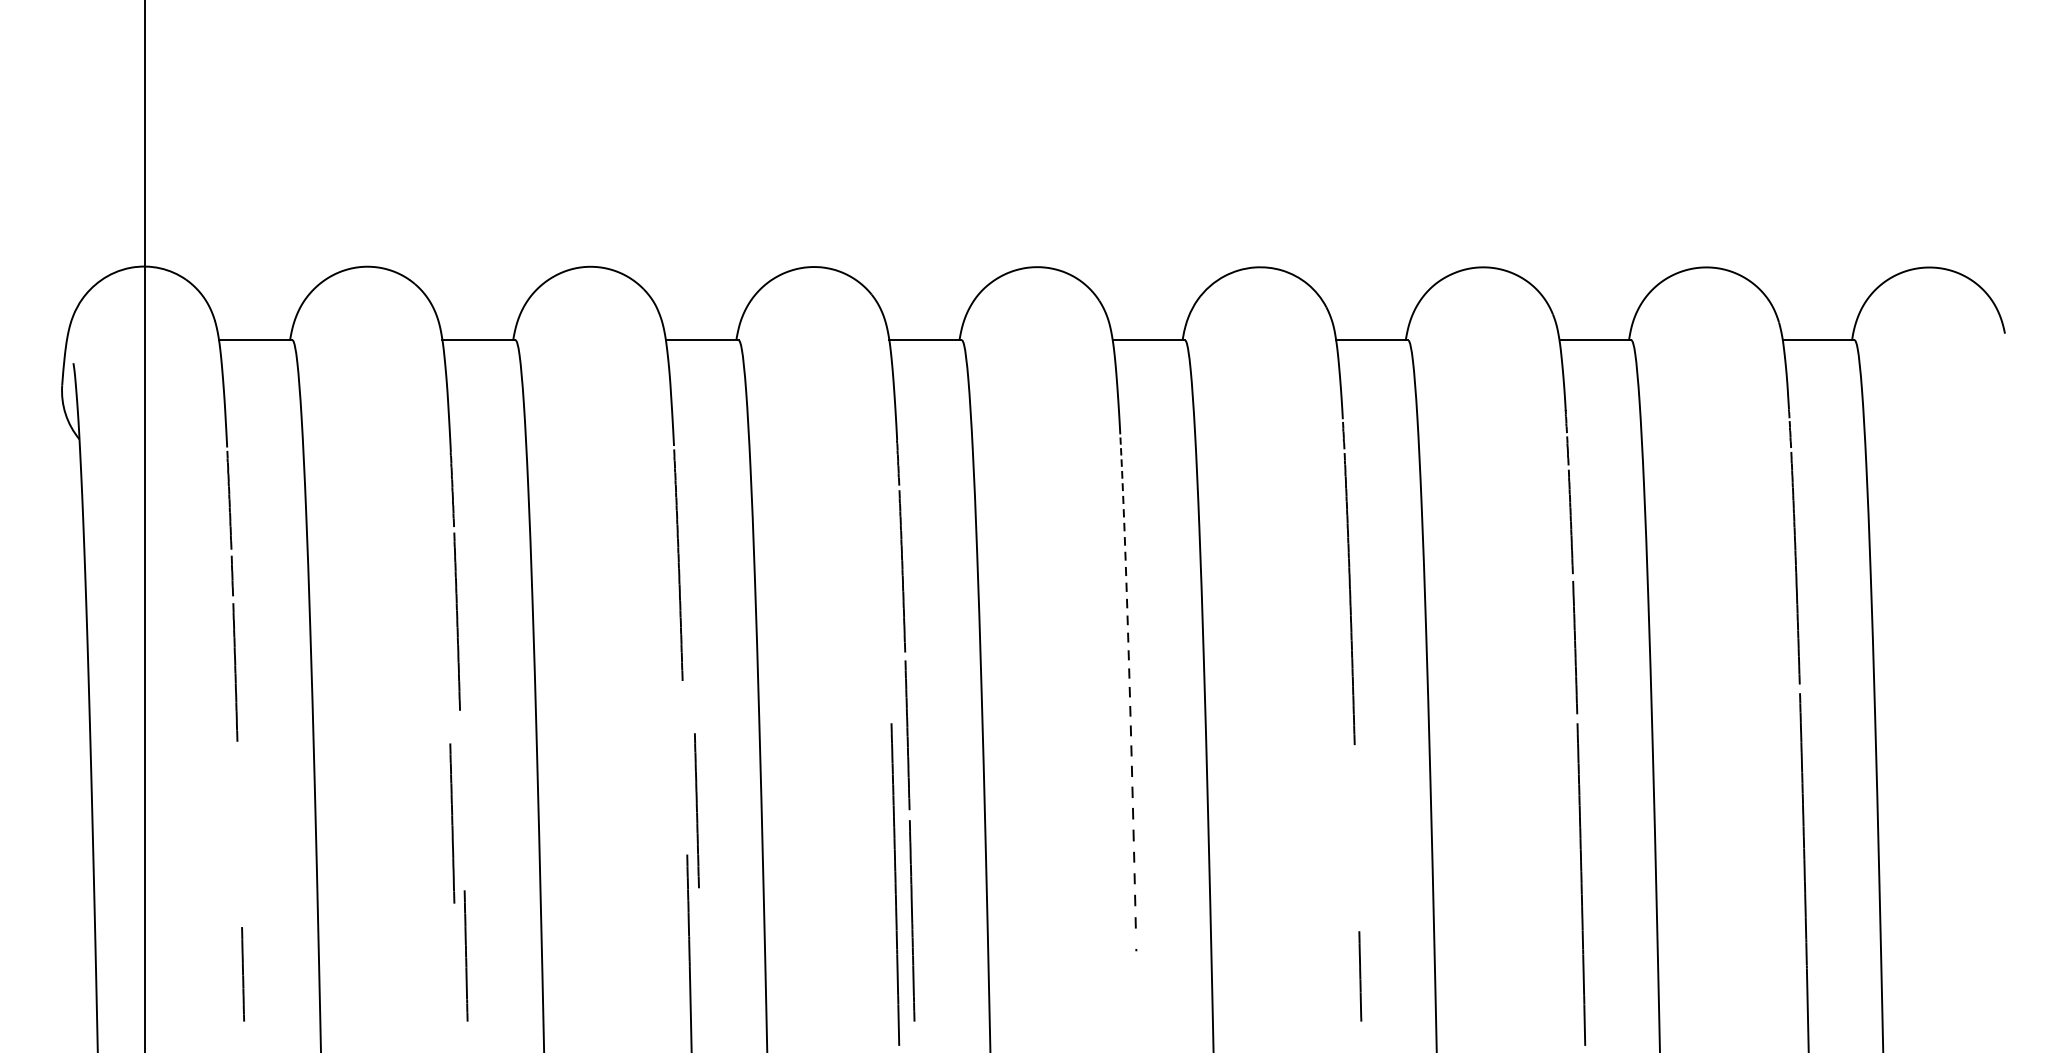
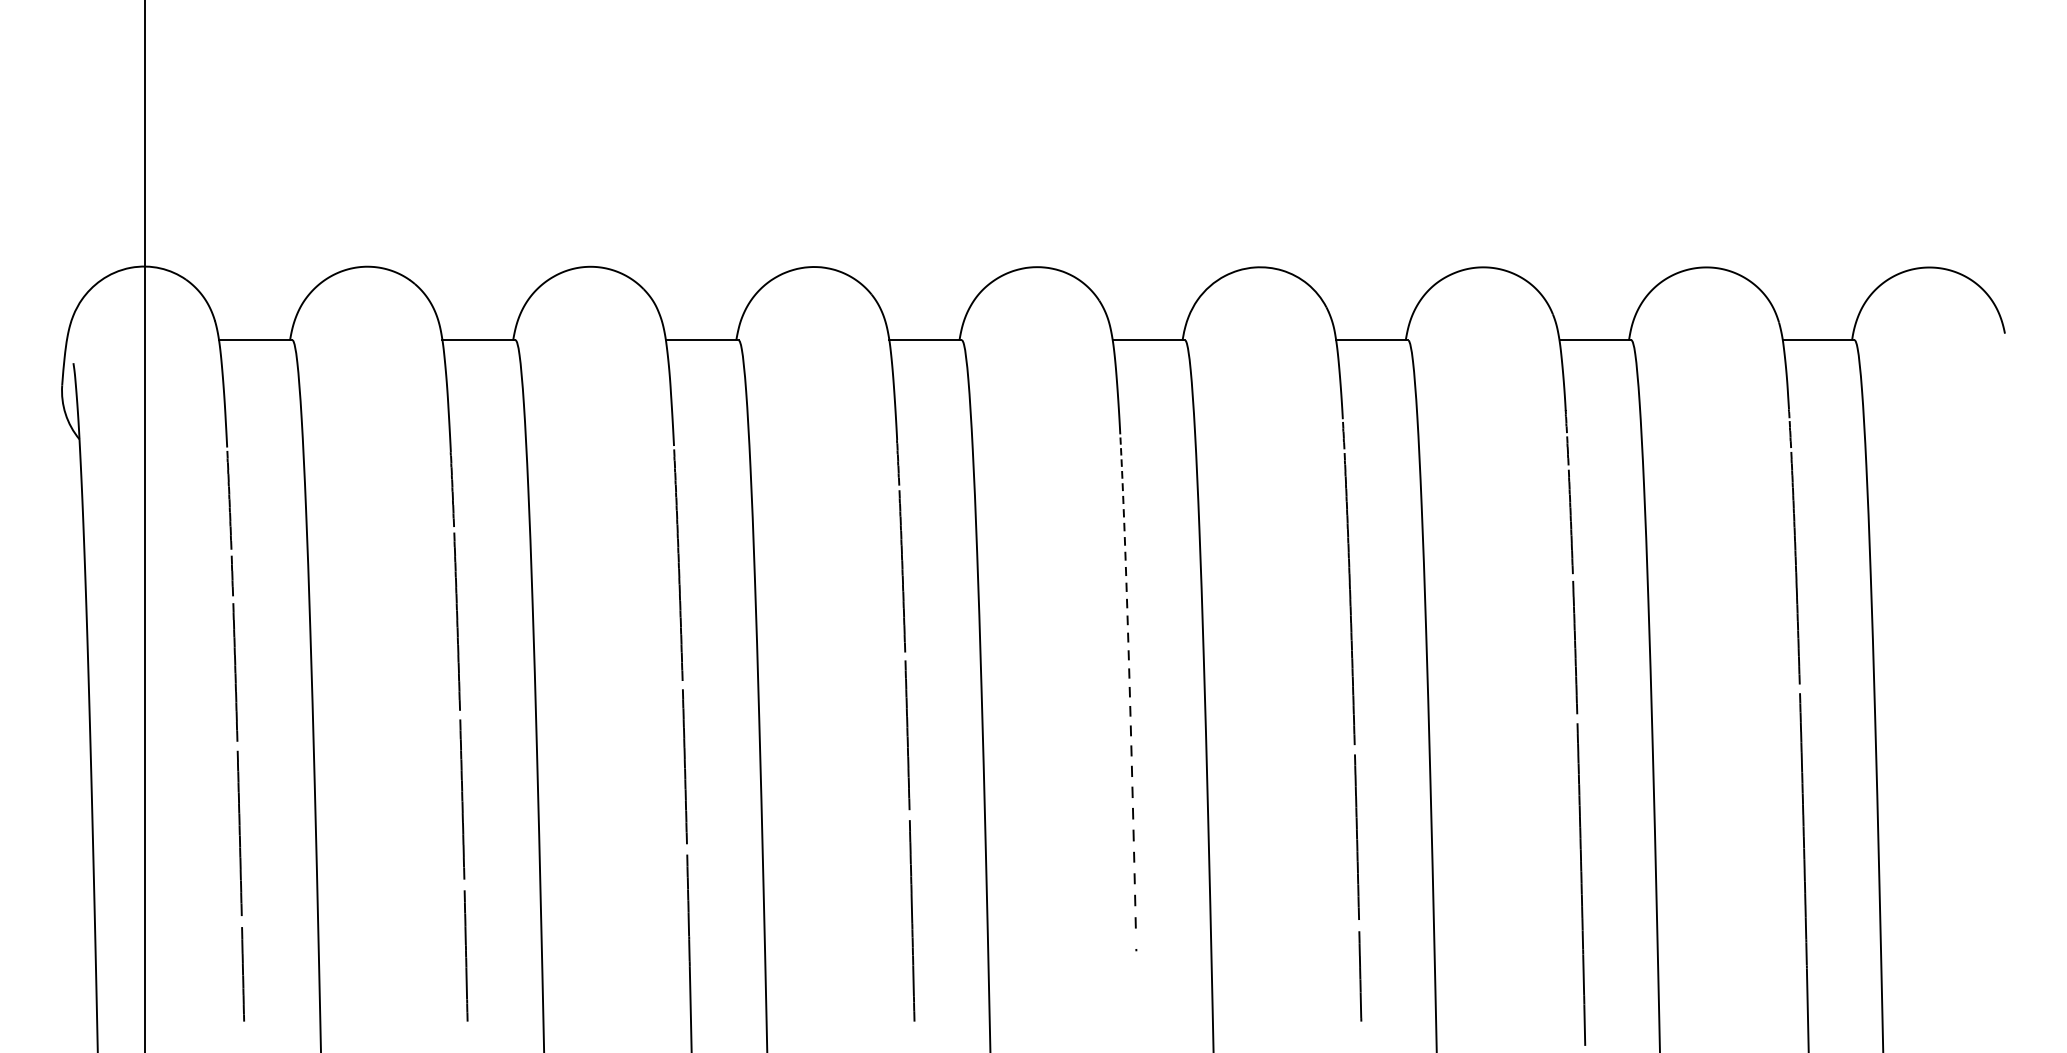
line at (696, 810) position: (696, 810) -> (684, 766)
line at (452, 823) position: (452, 823) -> (462, 799)
line at (239, 832): none -> present
line at (1356, 836): none -> present
line at (895, 884): present -> none
